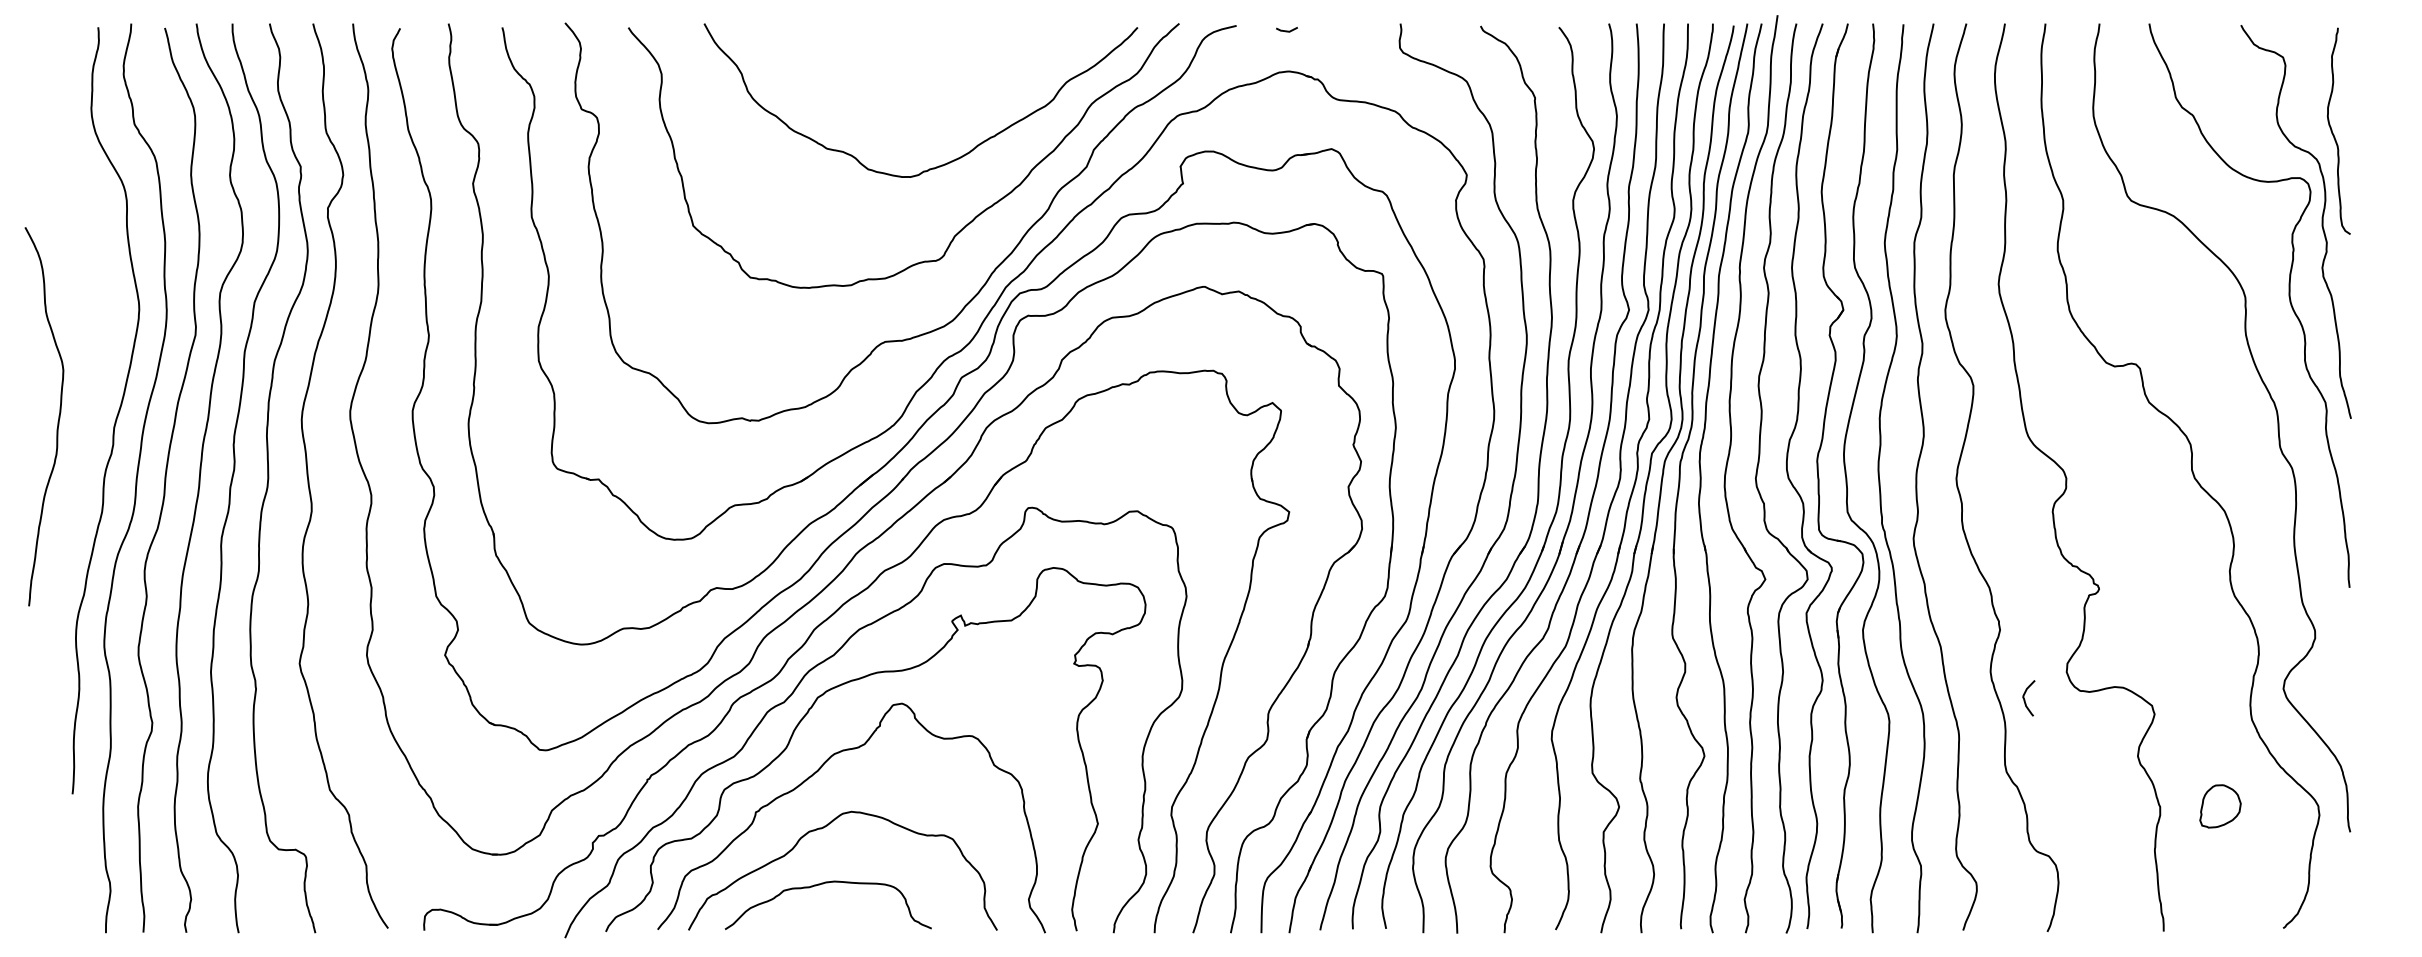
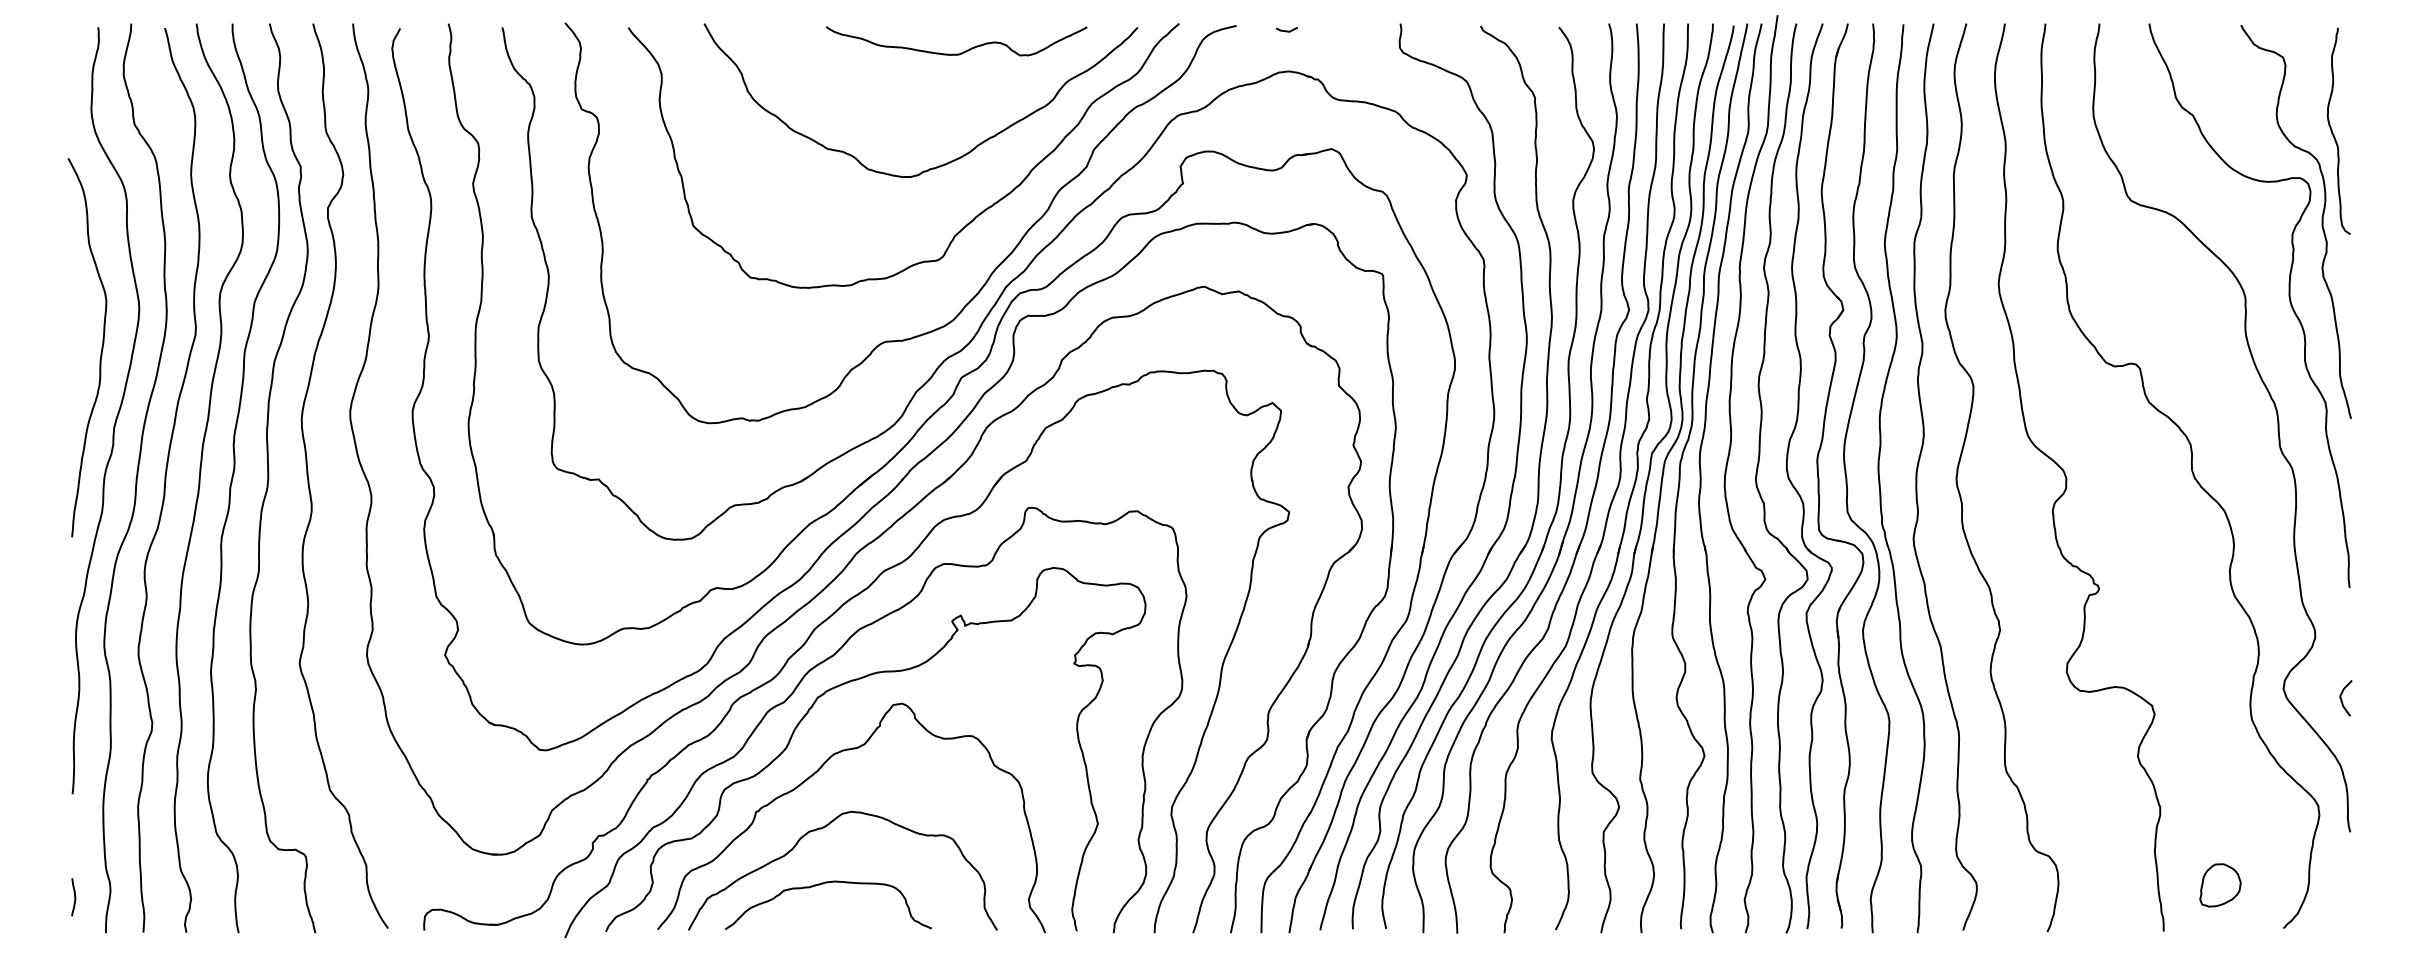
curve at (956, 53): none -> present
curve at (57, 421) position: (57, 421) -> (100, 352)
curve at (2025, 699) position: (2025, 699) -> (2342, 699)
part at (2220, 806) position: (2220, 806) -> (2220, 885)
curve at (74, 897): none -> present
